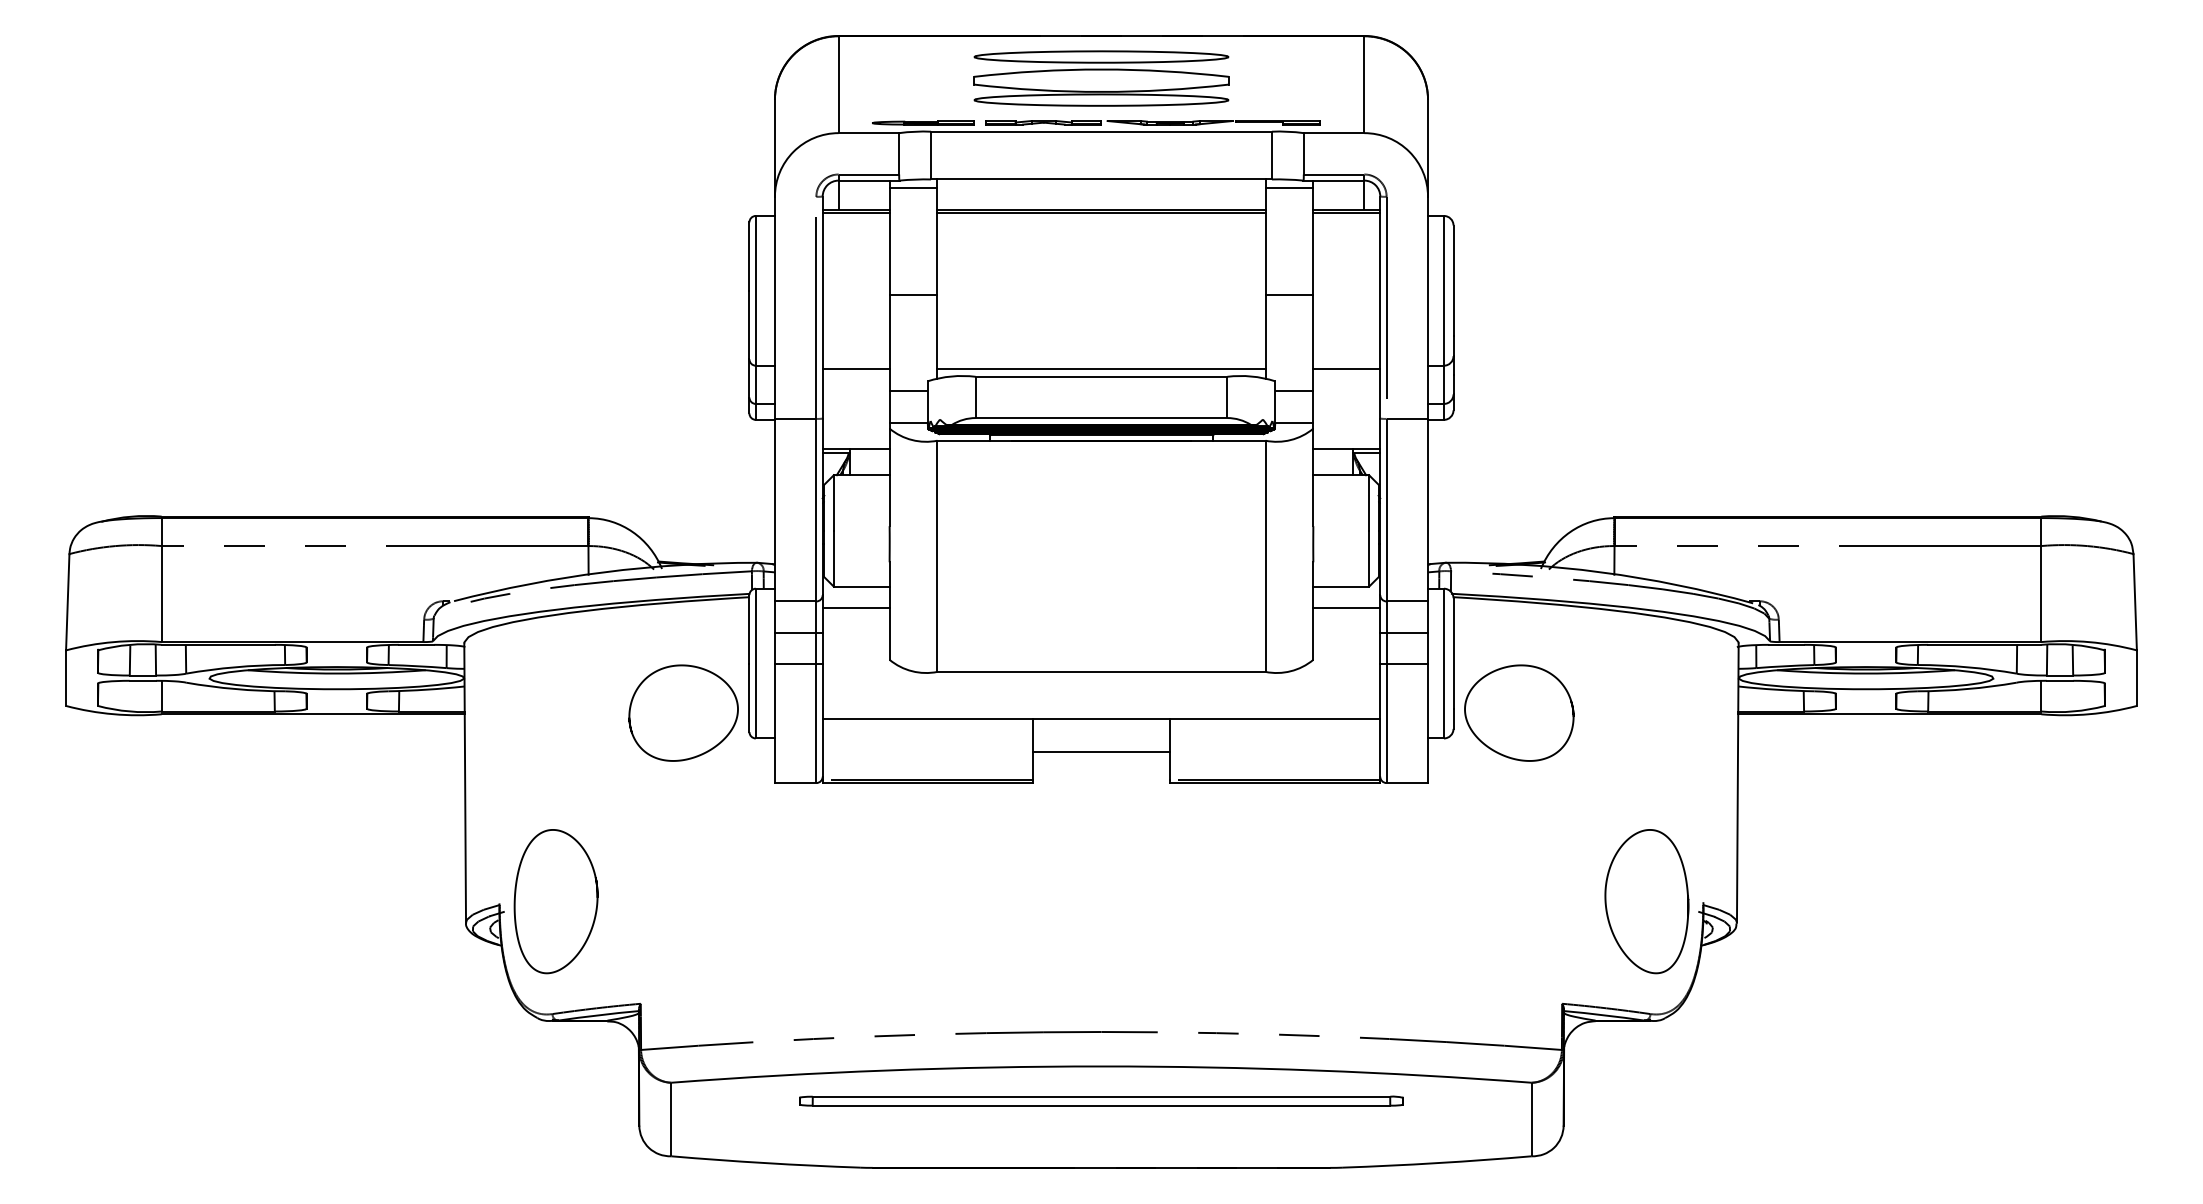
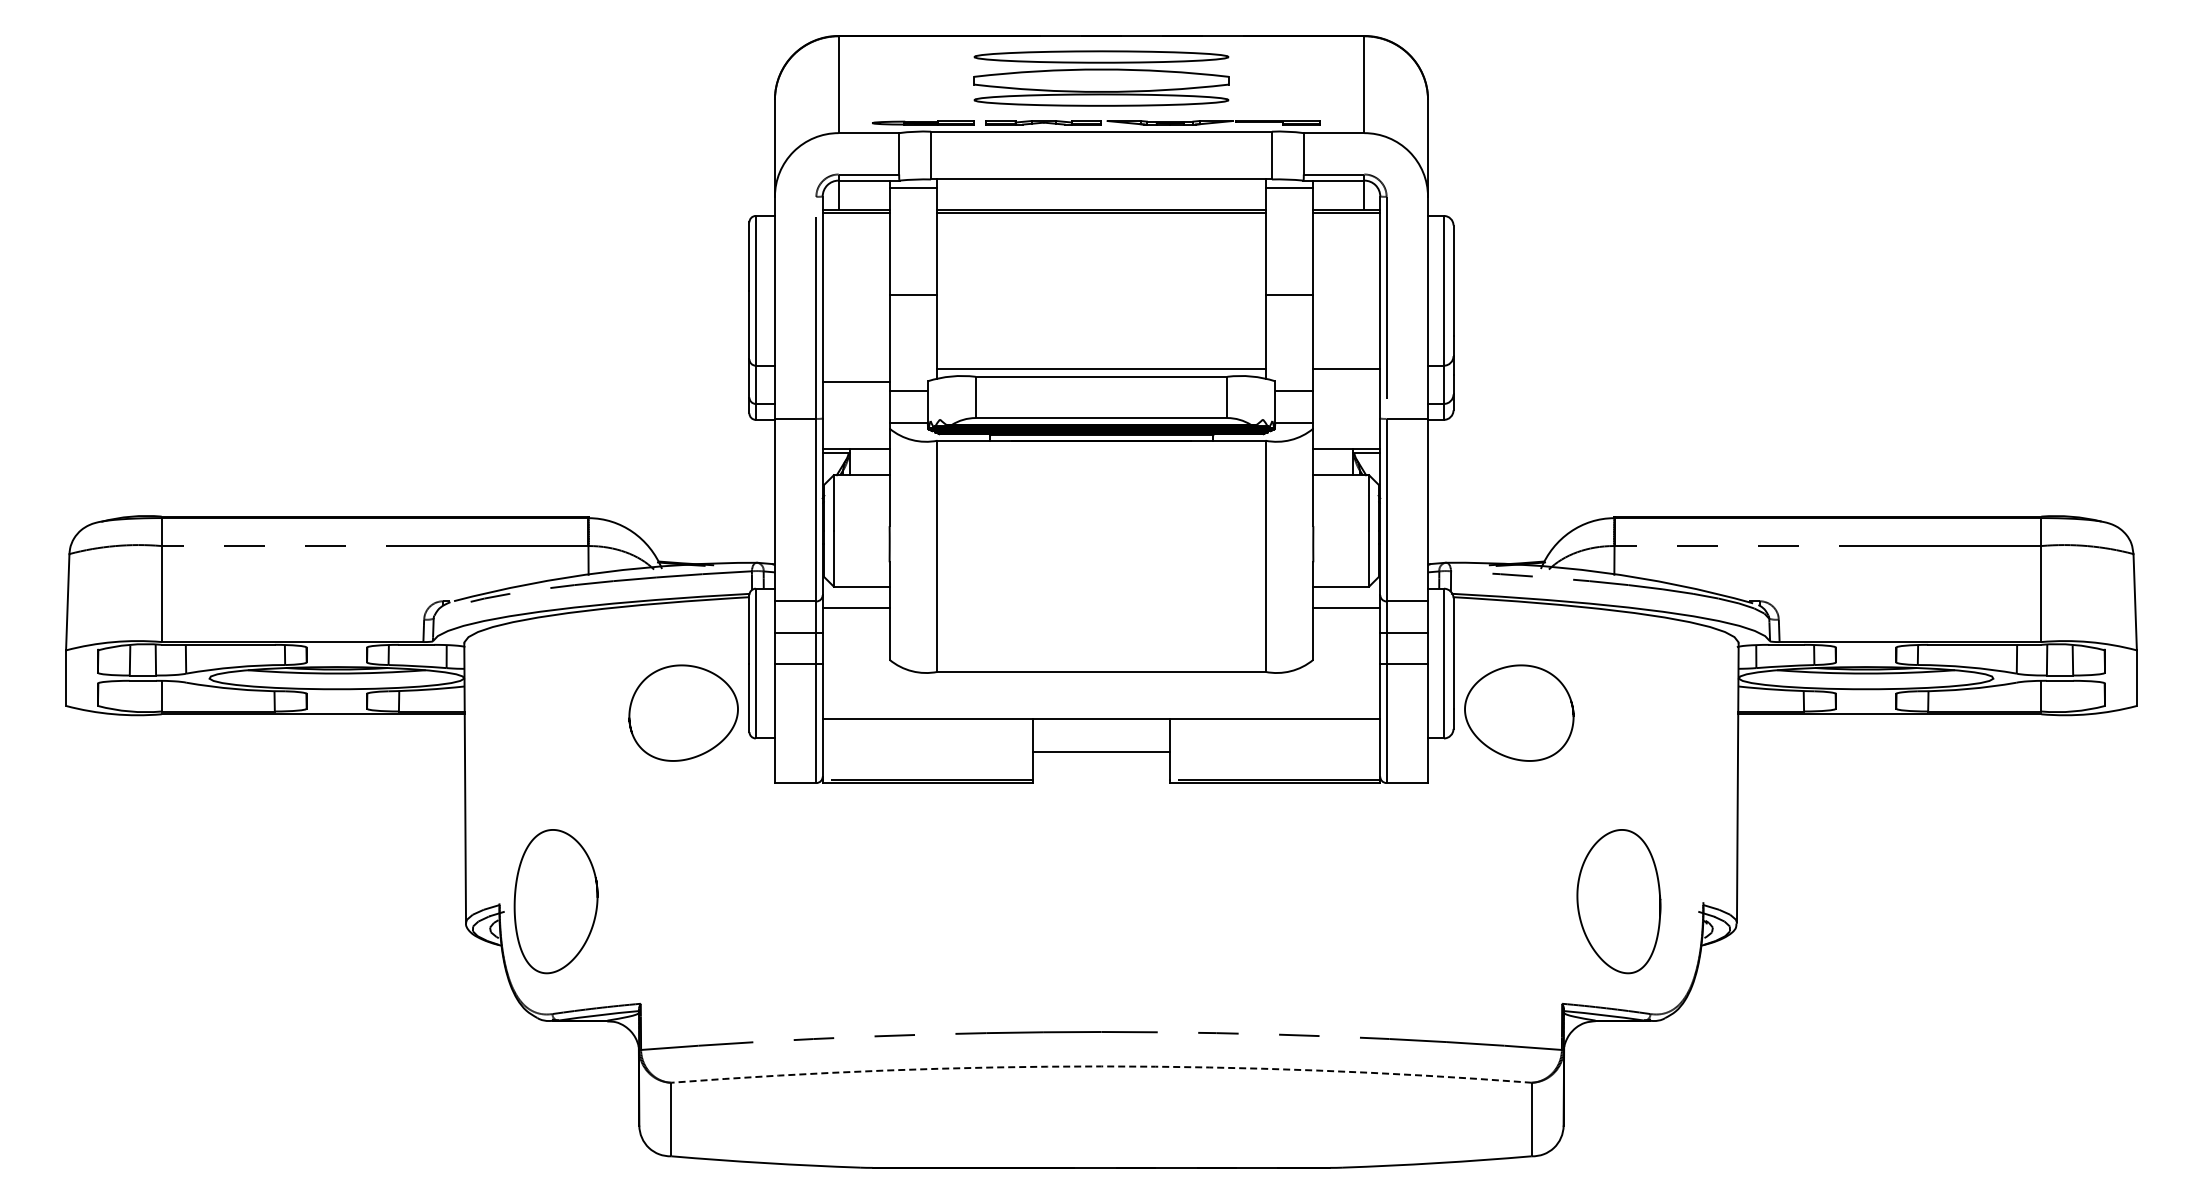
line at (855, 368) position: (855, 368) -> (855, 381)
curve at (1607, 908) position: (1607, 908) -> (1579, 908)
arc at (1101, 1066): solid -> dashed
part at (1101, 1100): present -> none
